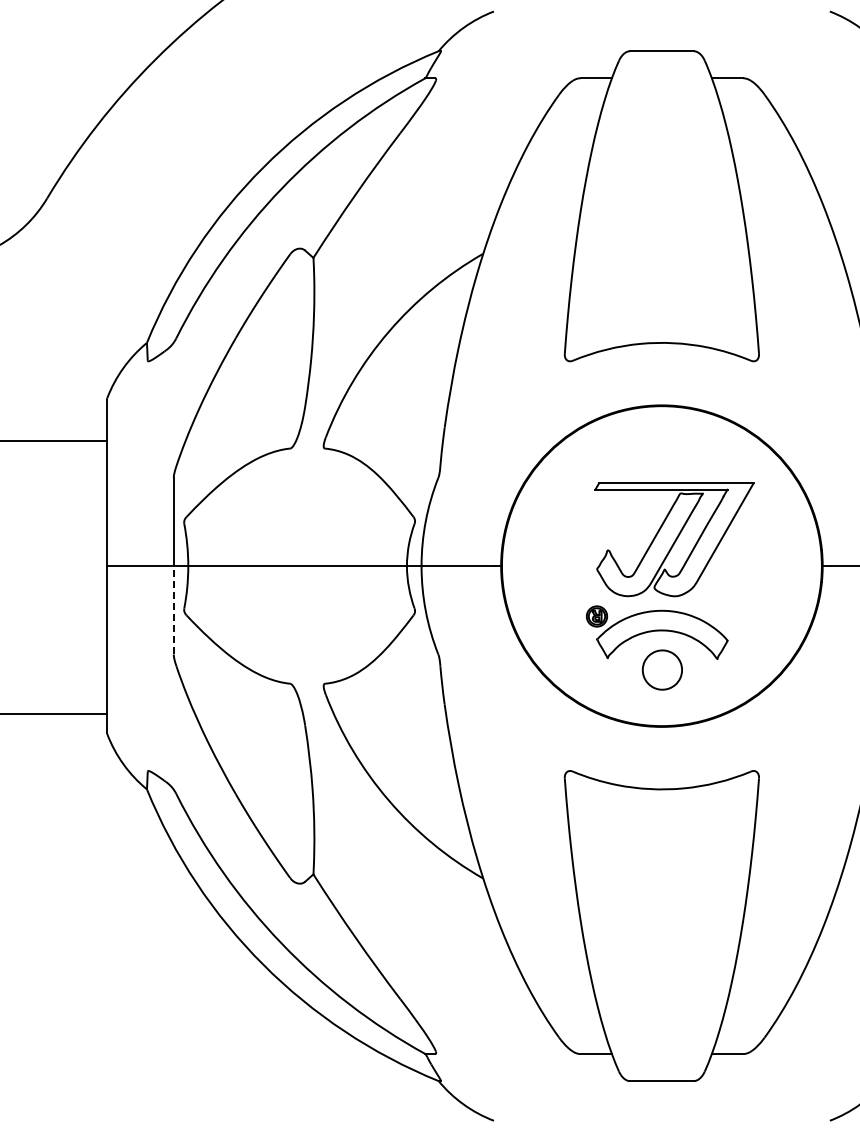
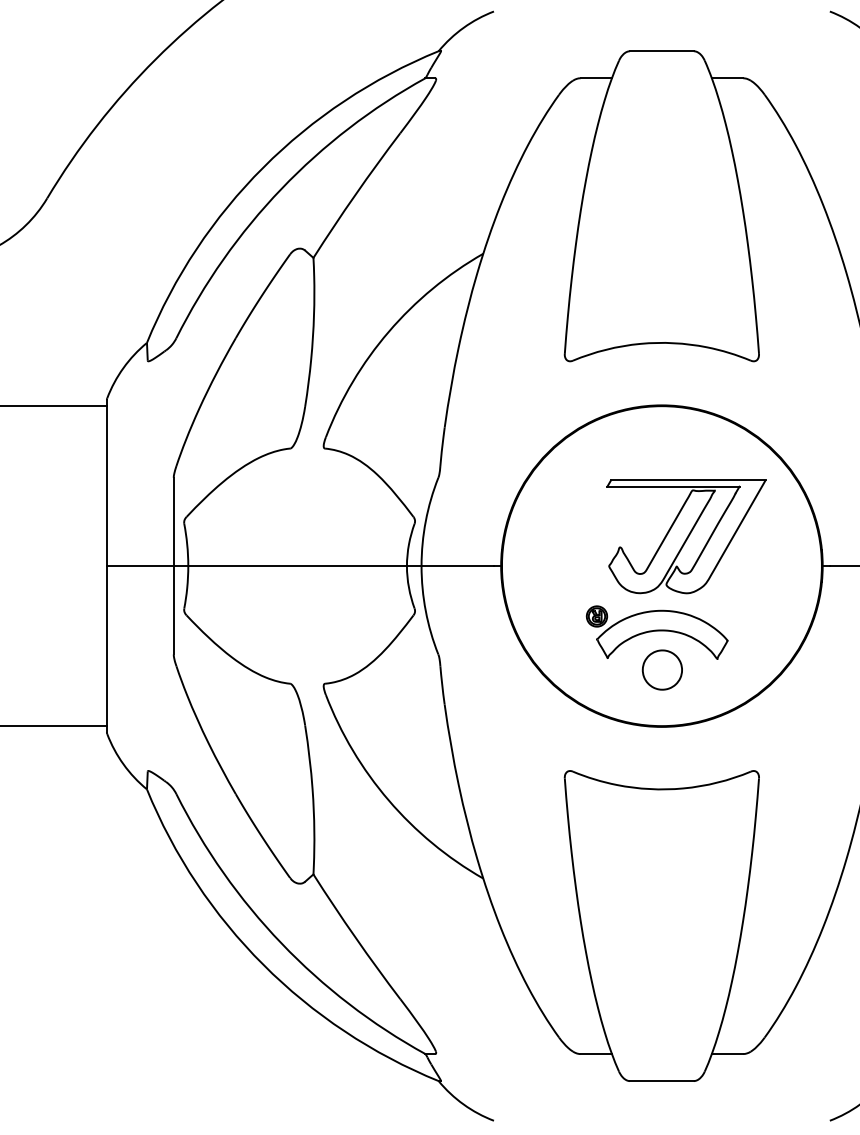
line at (54, 441) position: (54, 441) -> (54, 406)
part at (674, 539) position: (674, 539) -> (686, 536)
line at (173, 609): dashed -> solid
line at (54, 714) position: (54, 714) -> (54, 726)
